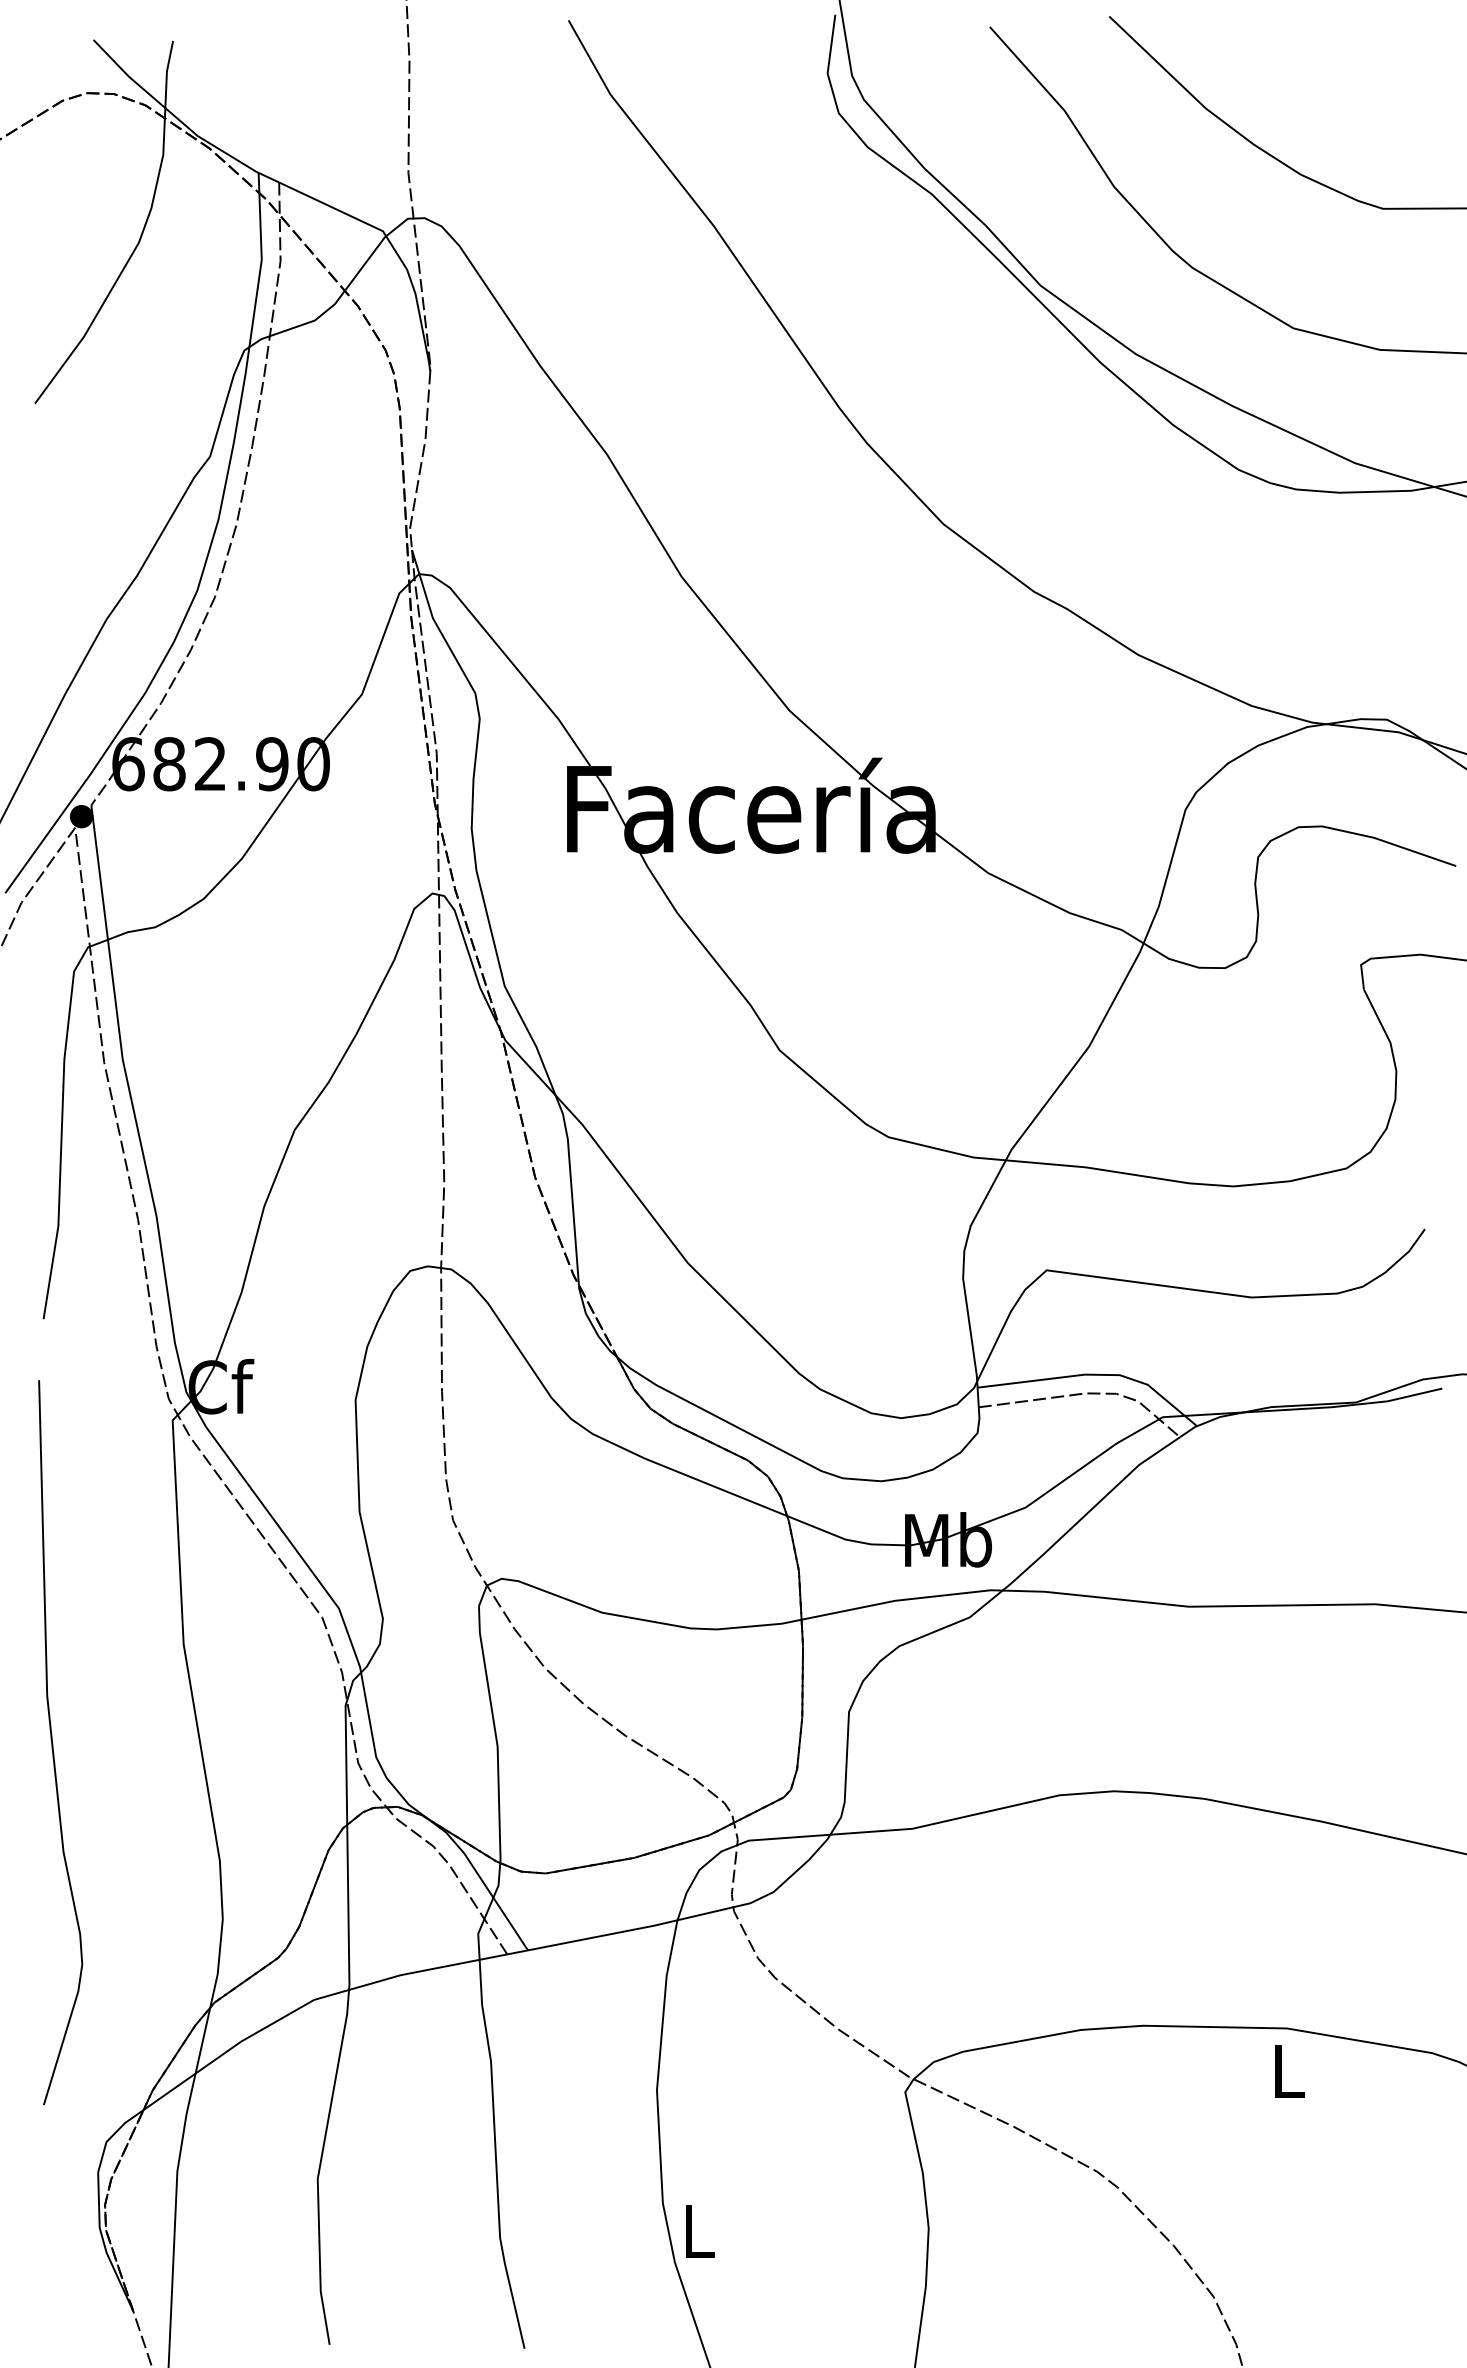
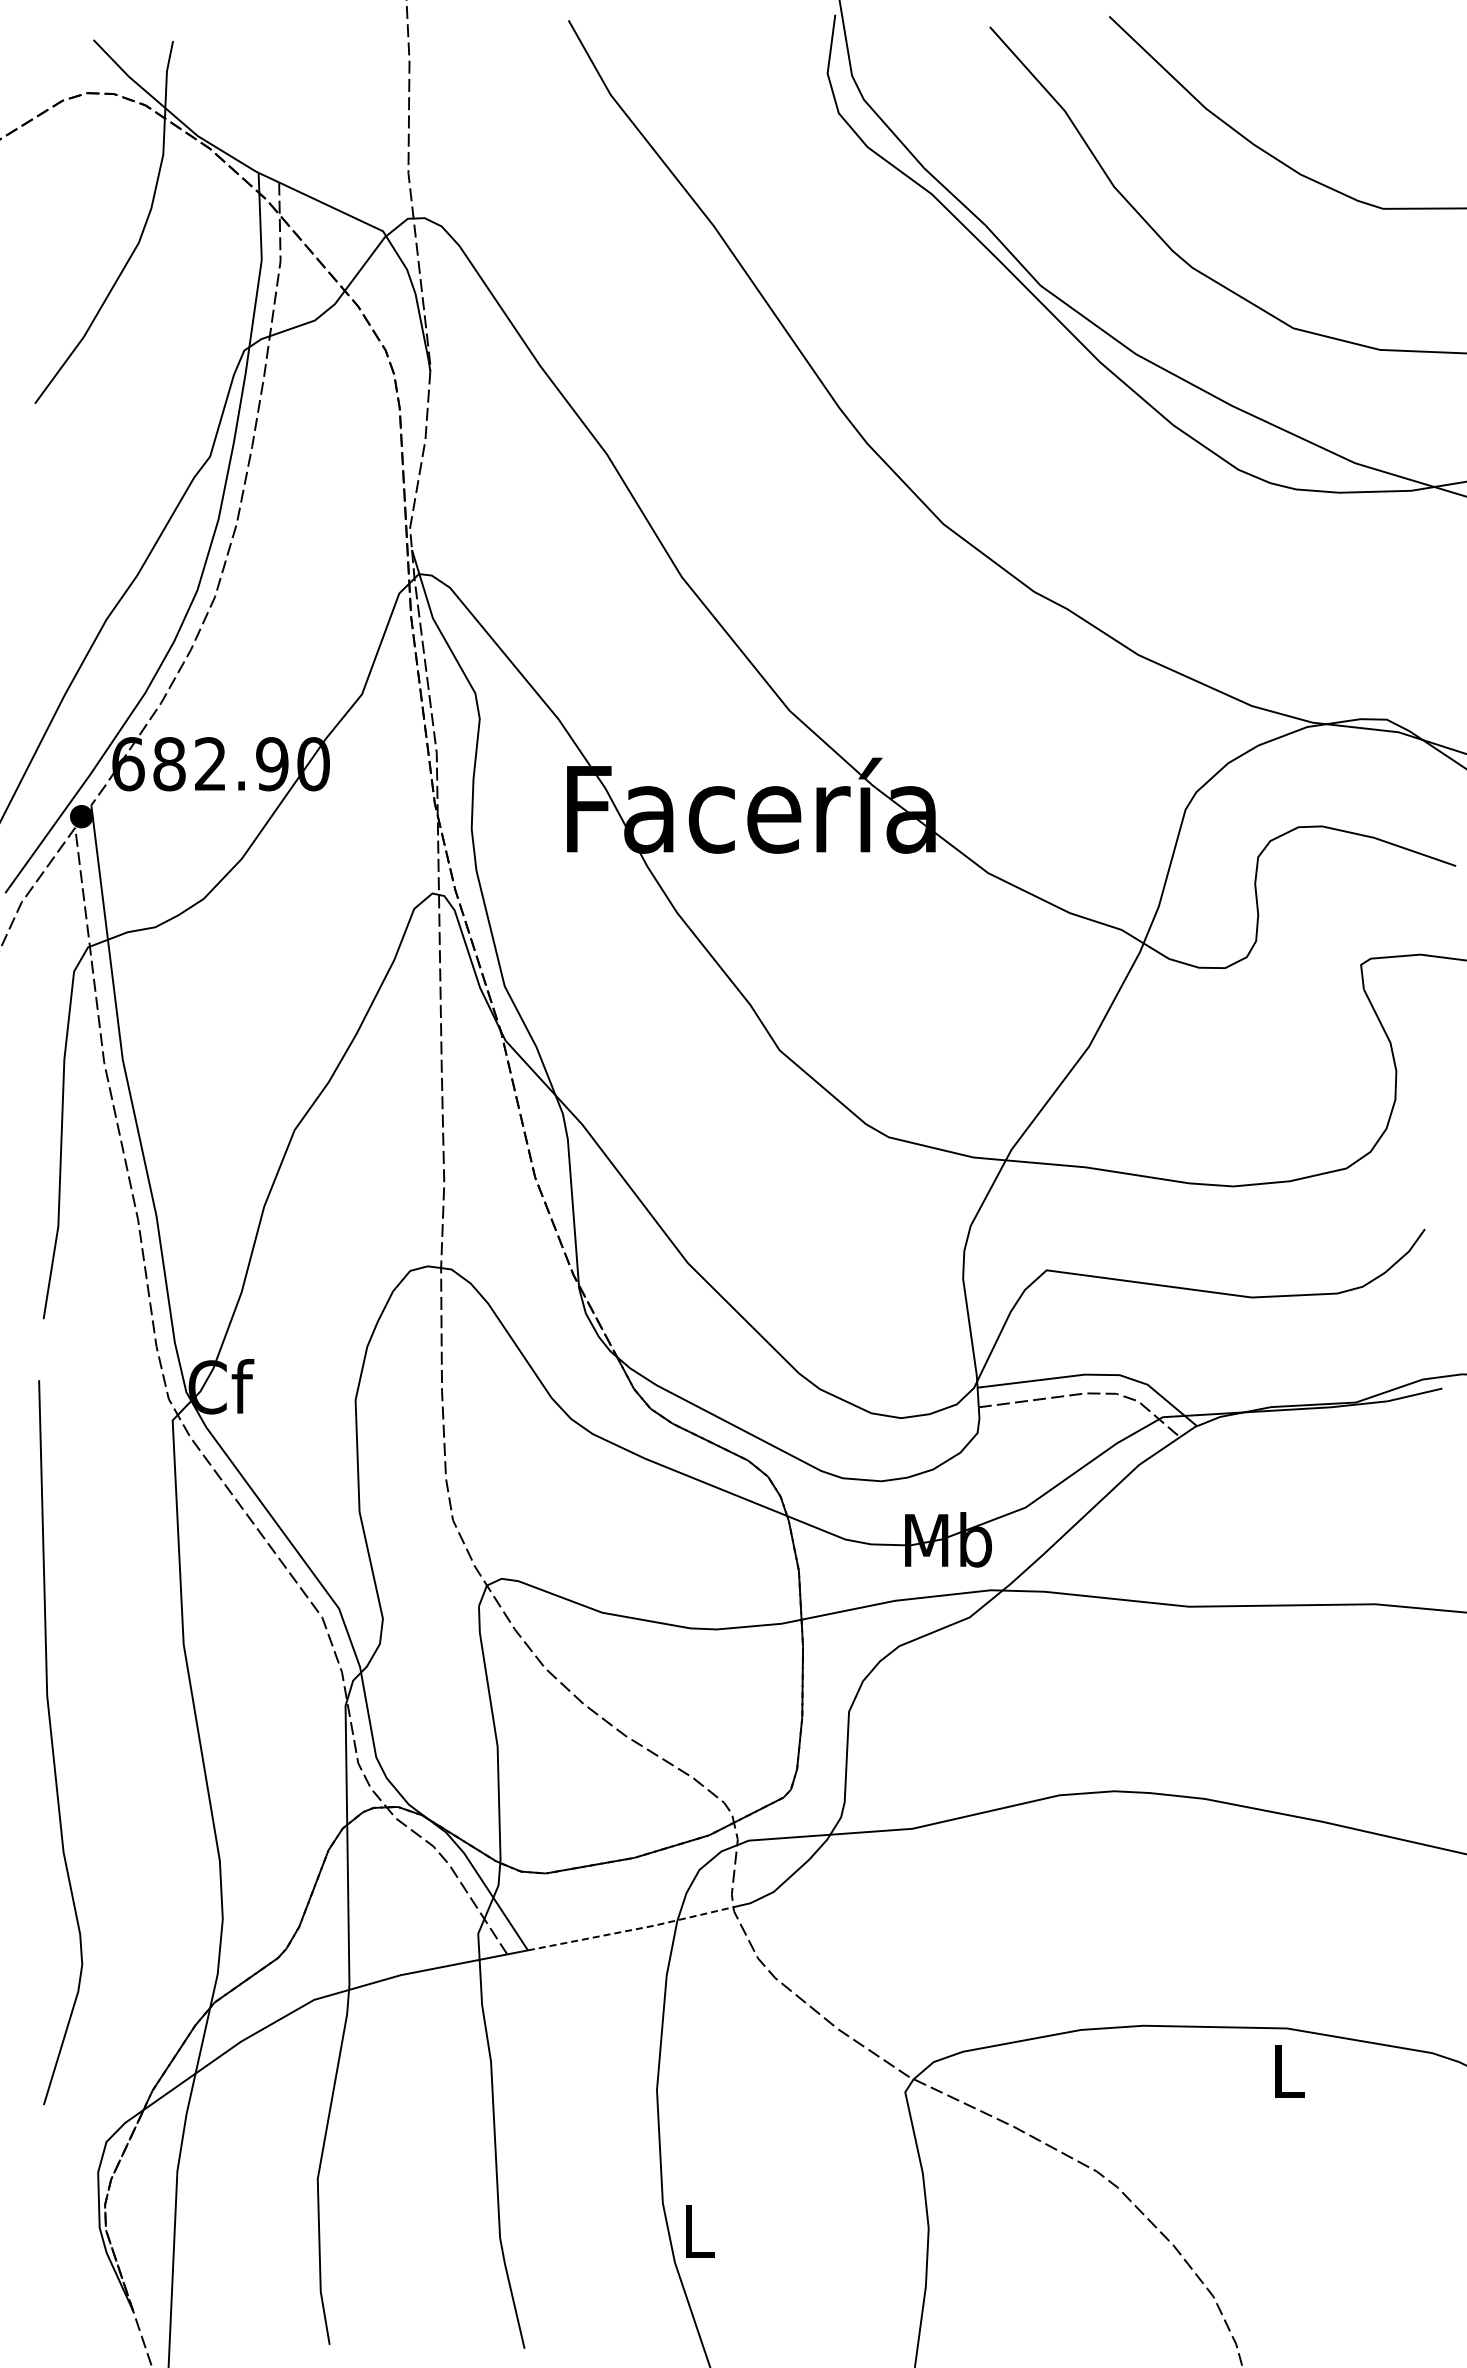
line at (631, 1930): solid -> dashed
